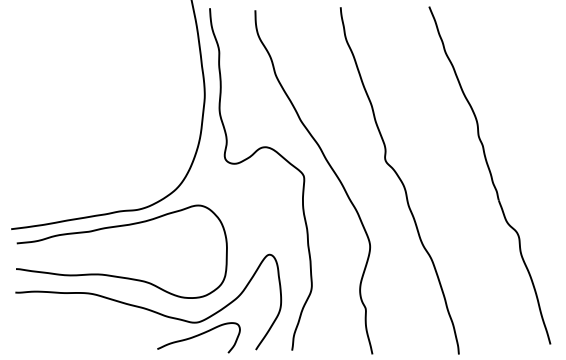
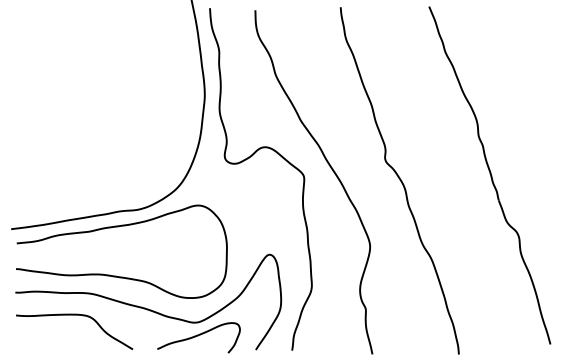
curve at (74, 315): none -> present
